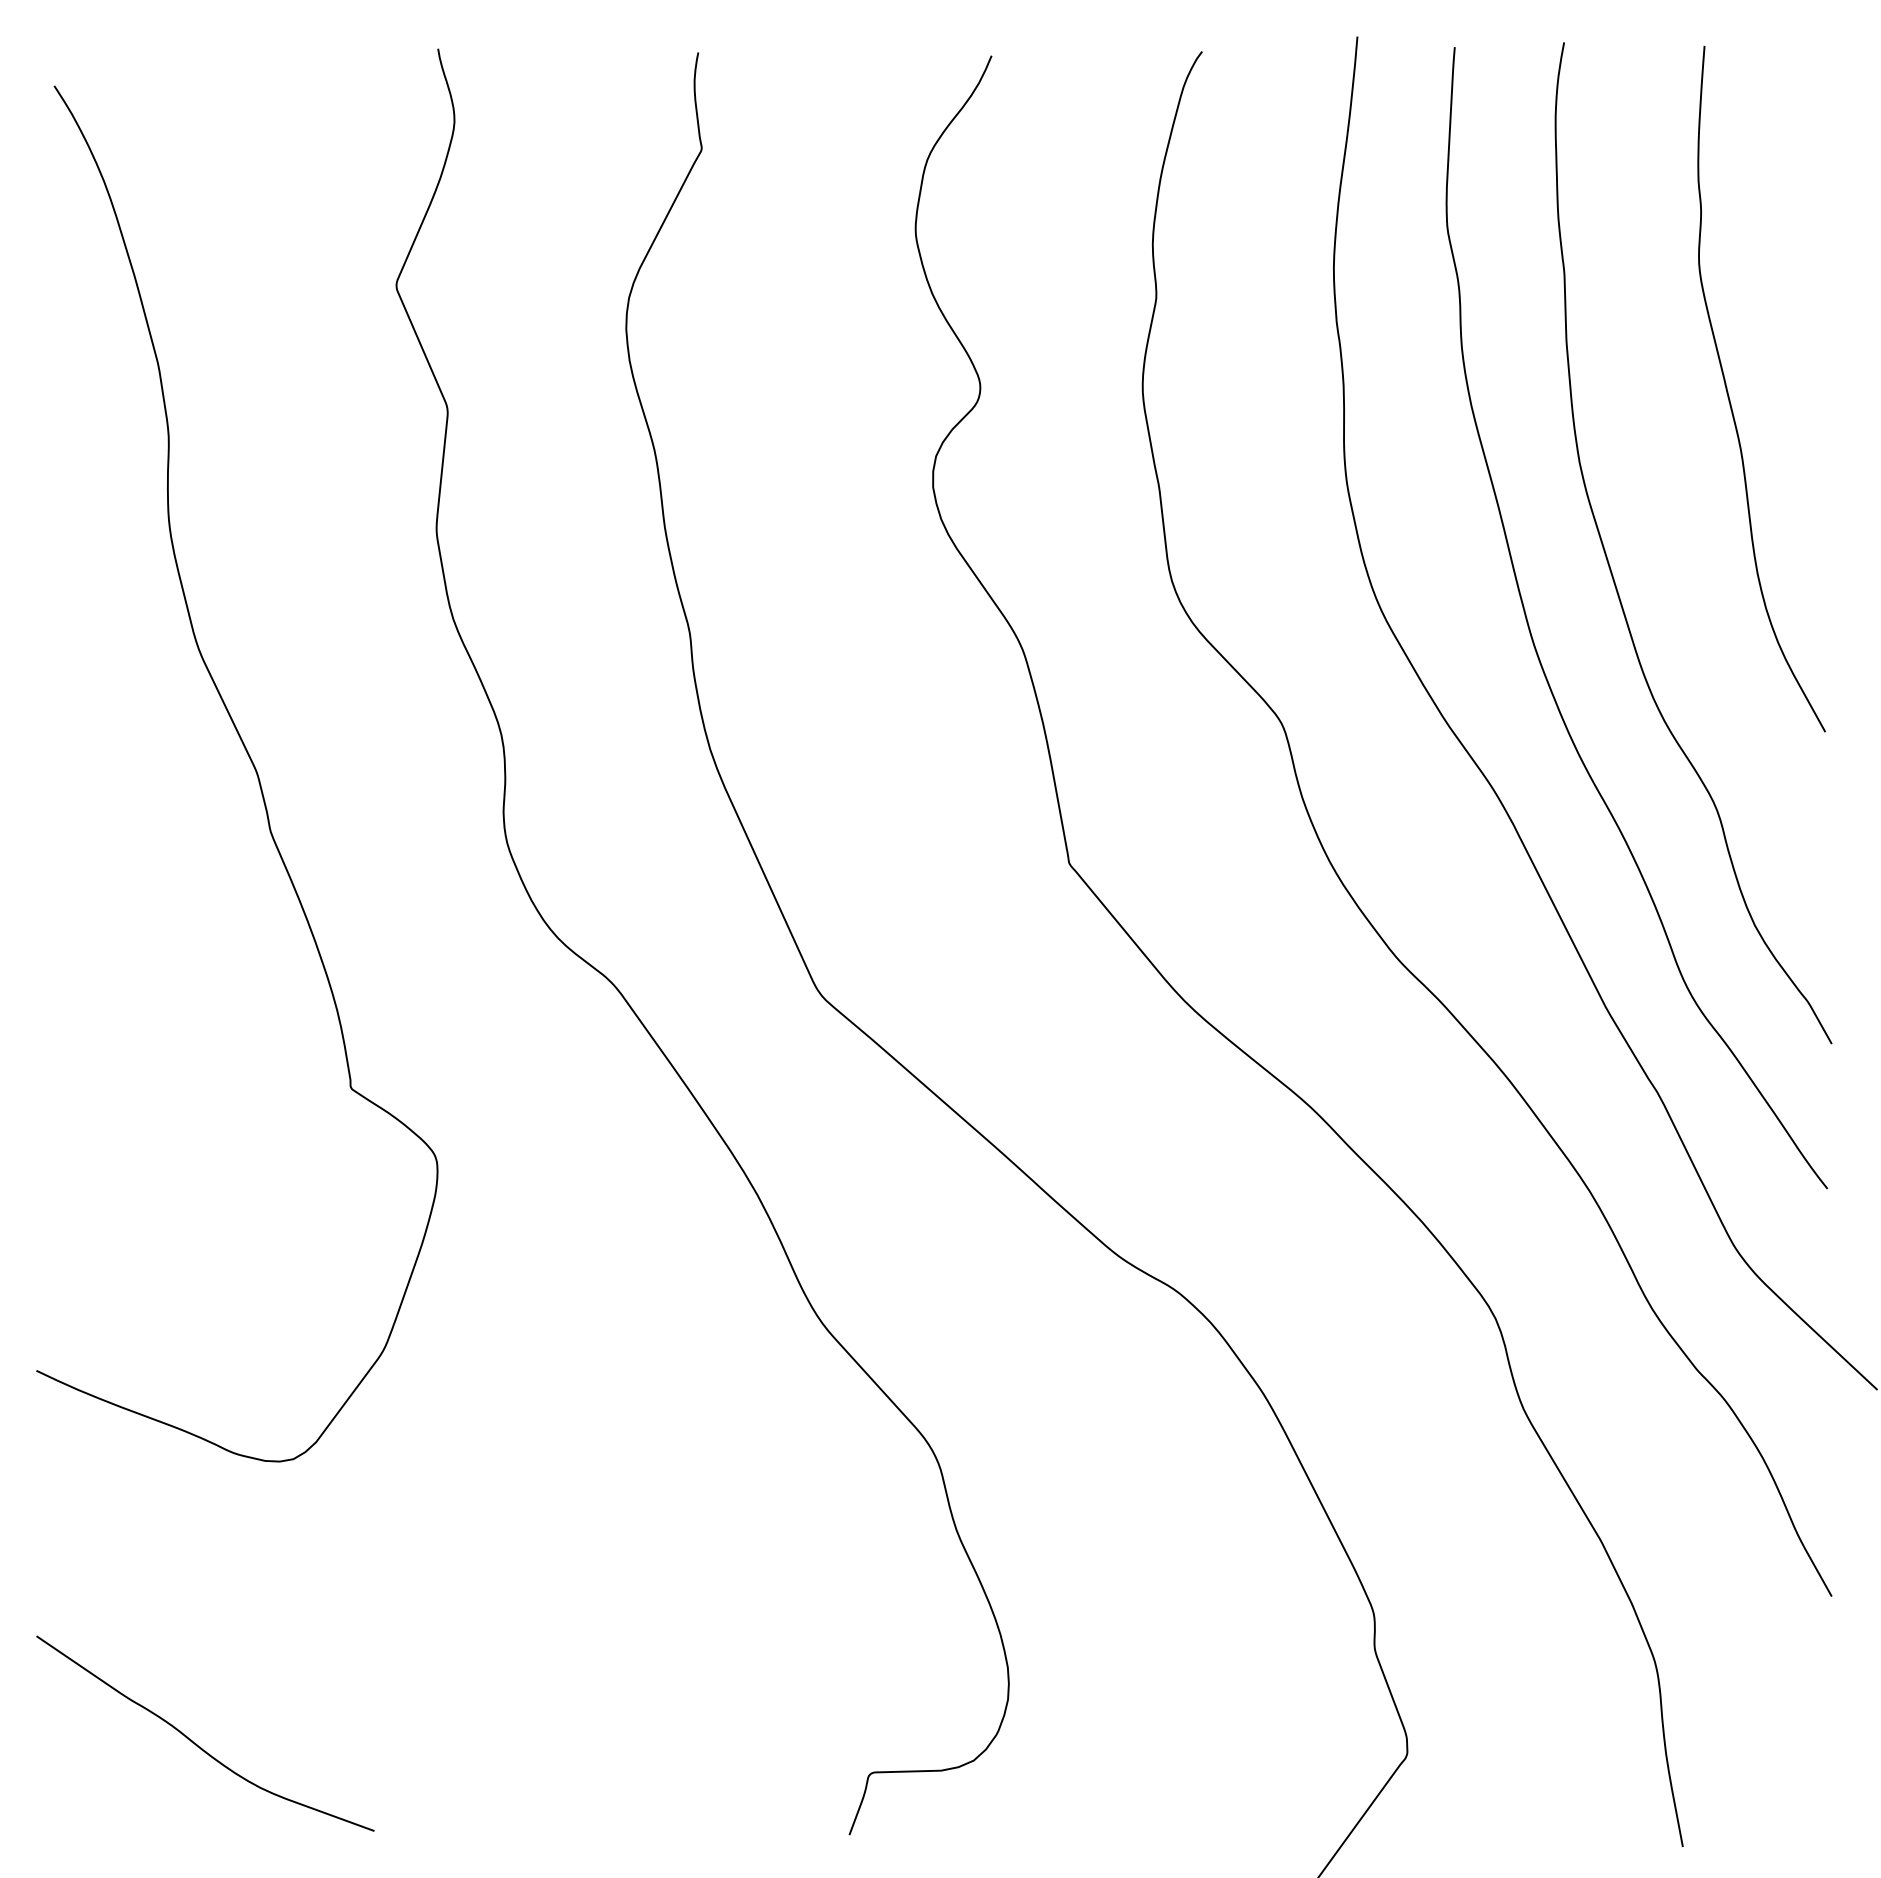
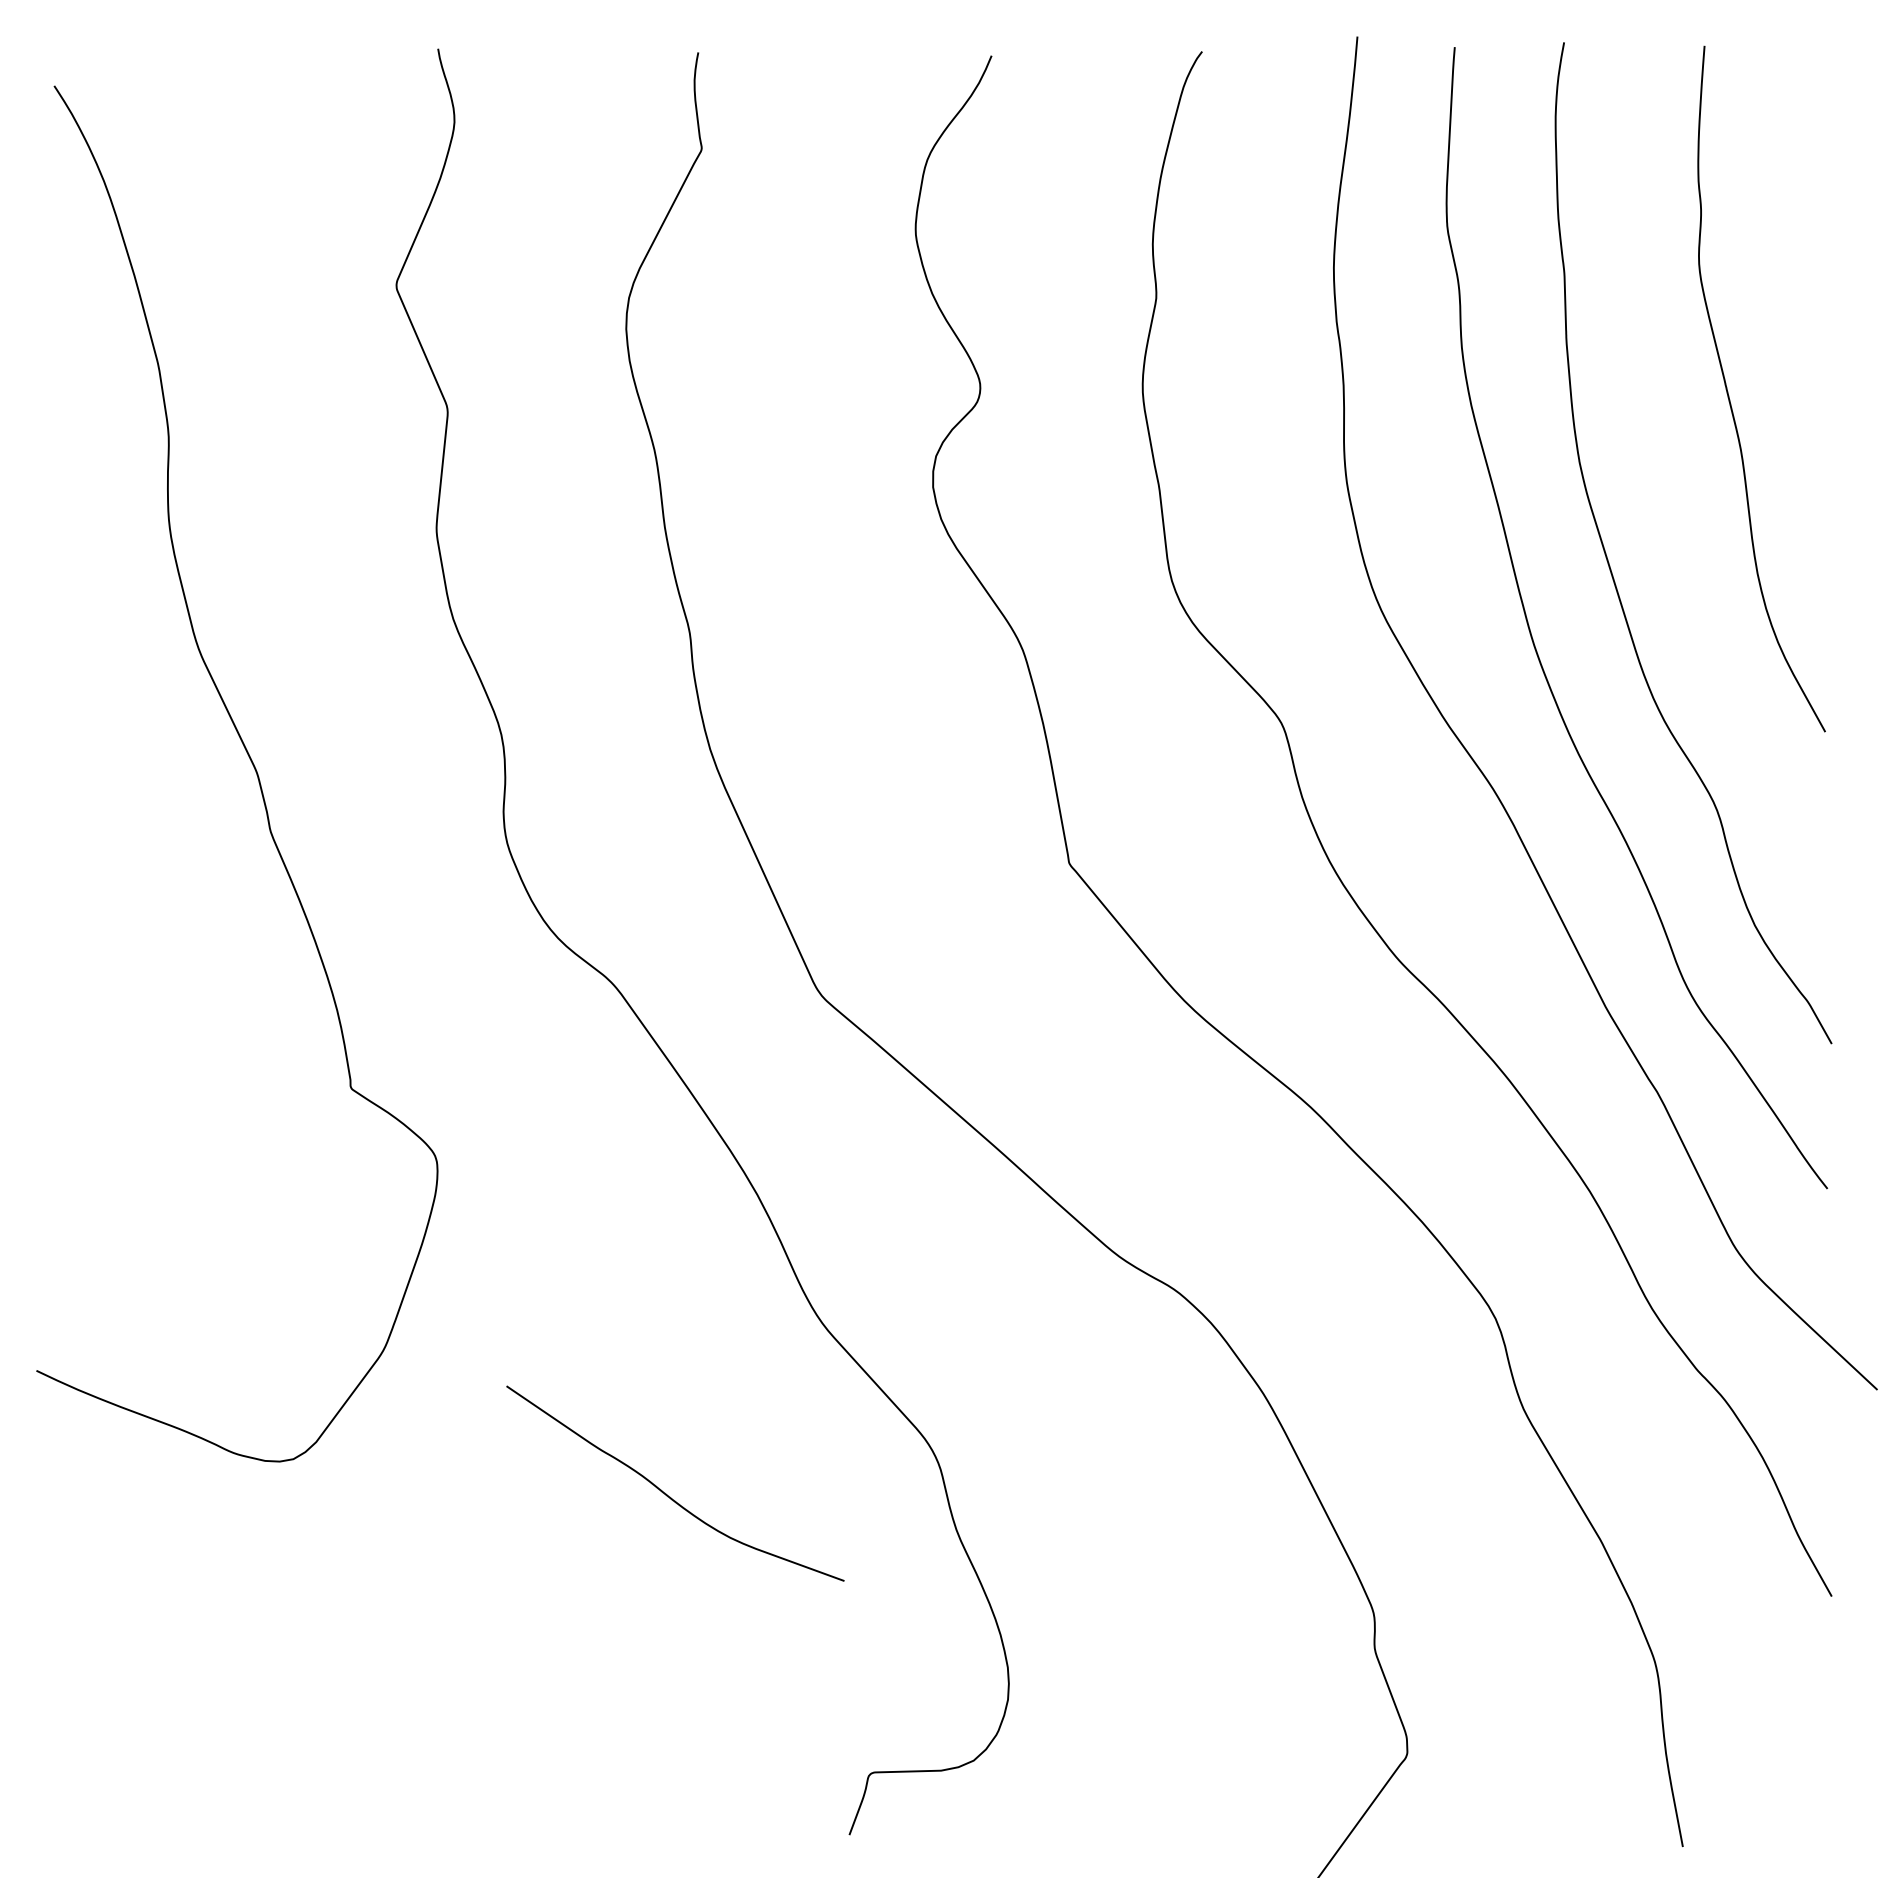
curve at (196, 1743) position: (196, 1743) -> (666, 1493)
